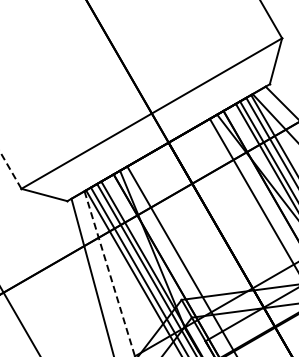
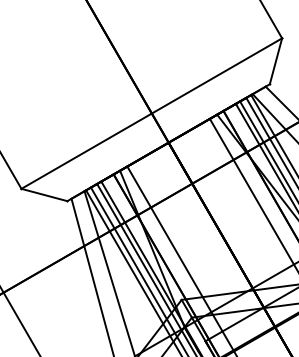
line at (10, 170): dashed -> solid
line at (109, 274): dashed -> solid
